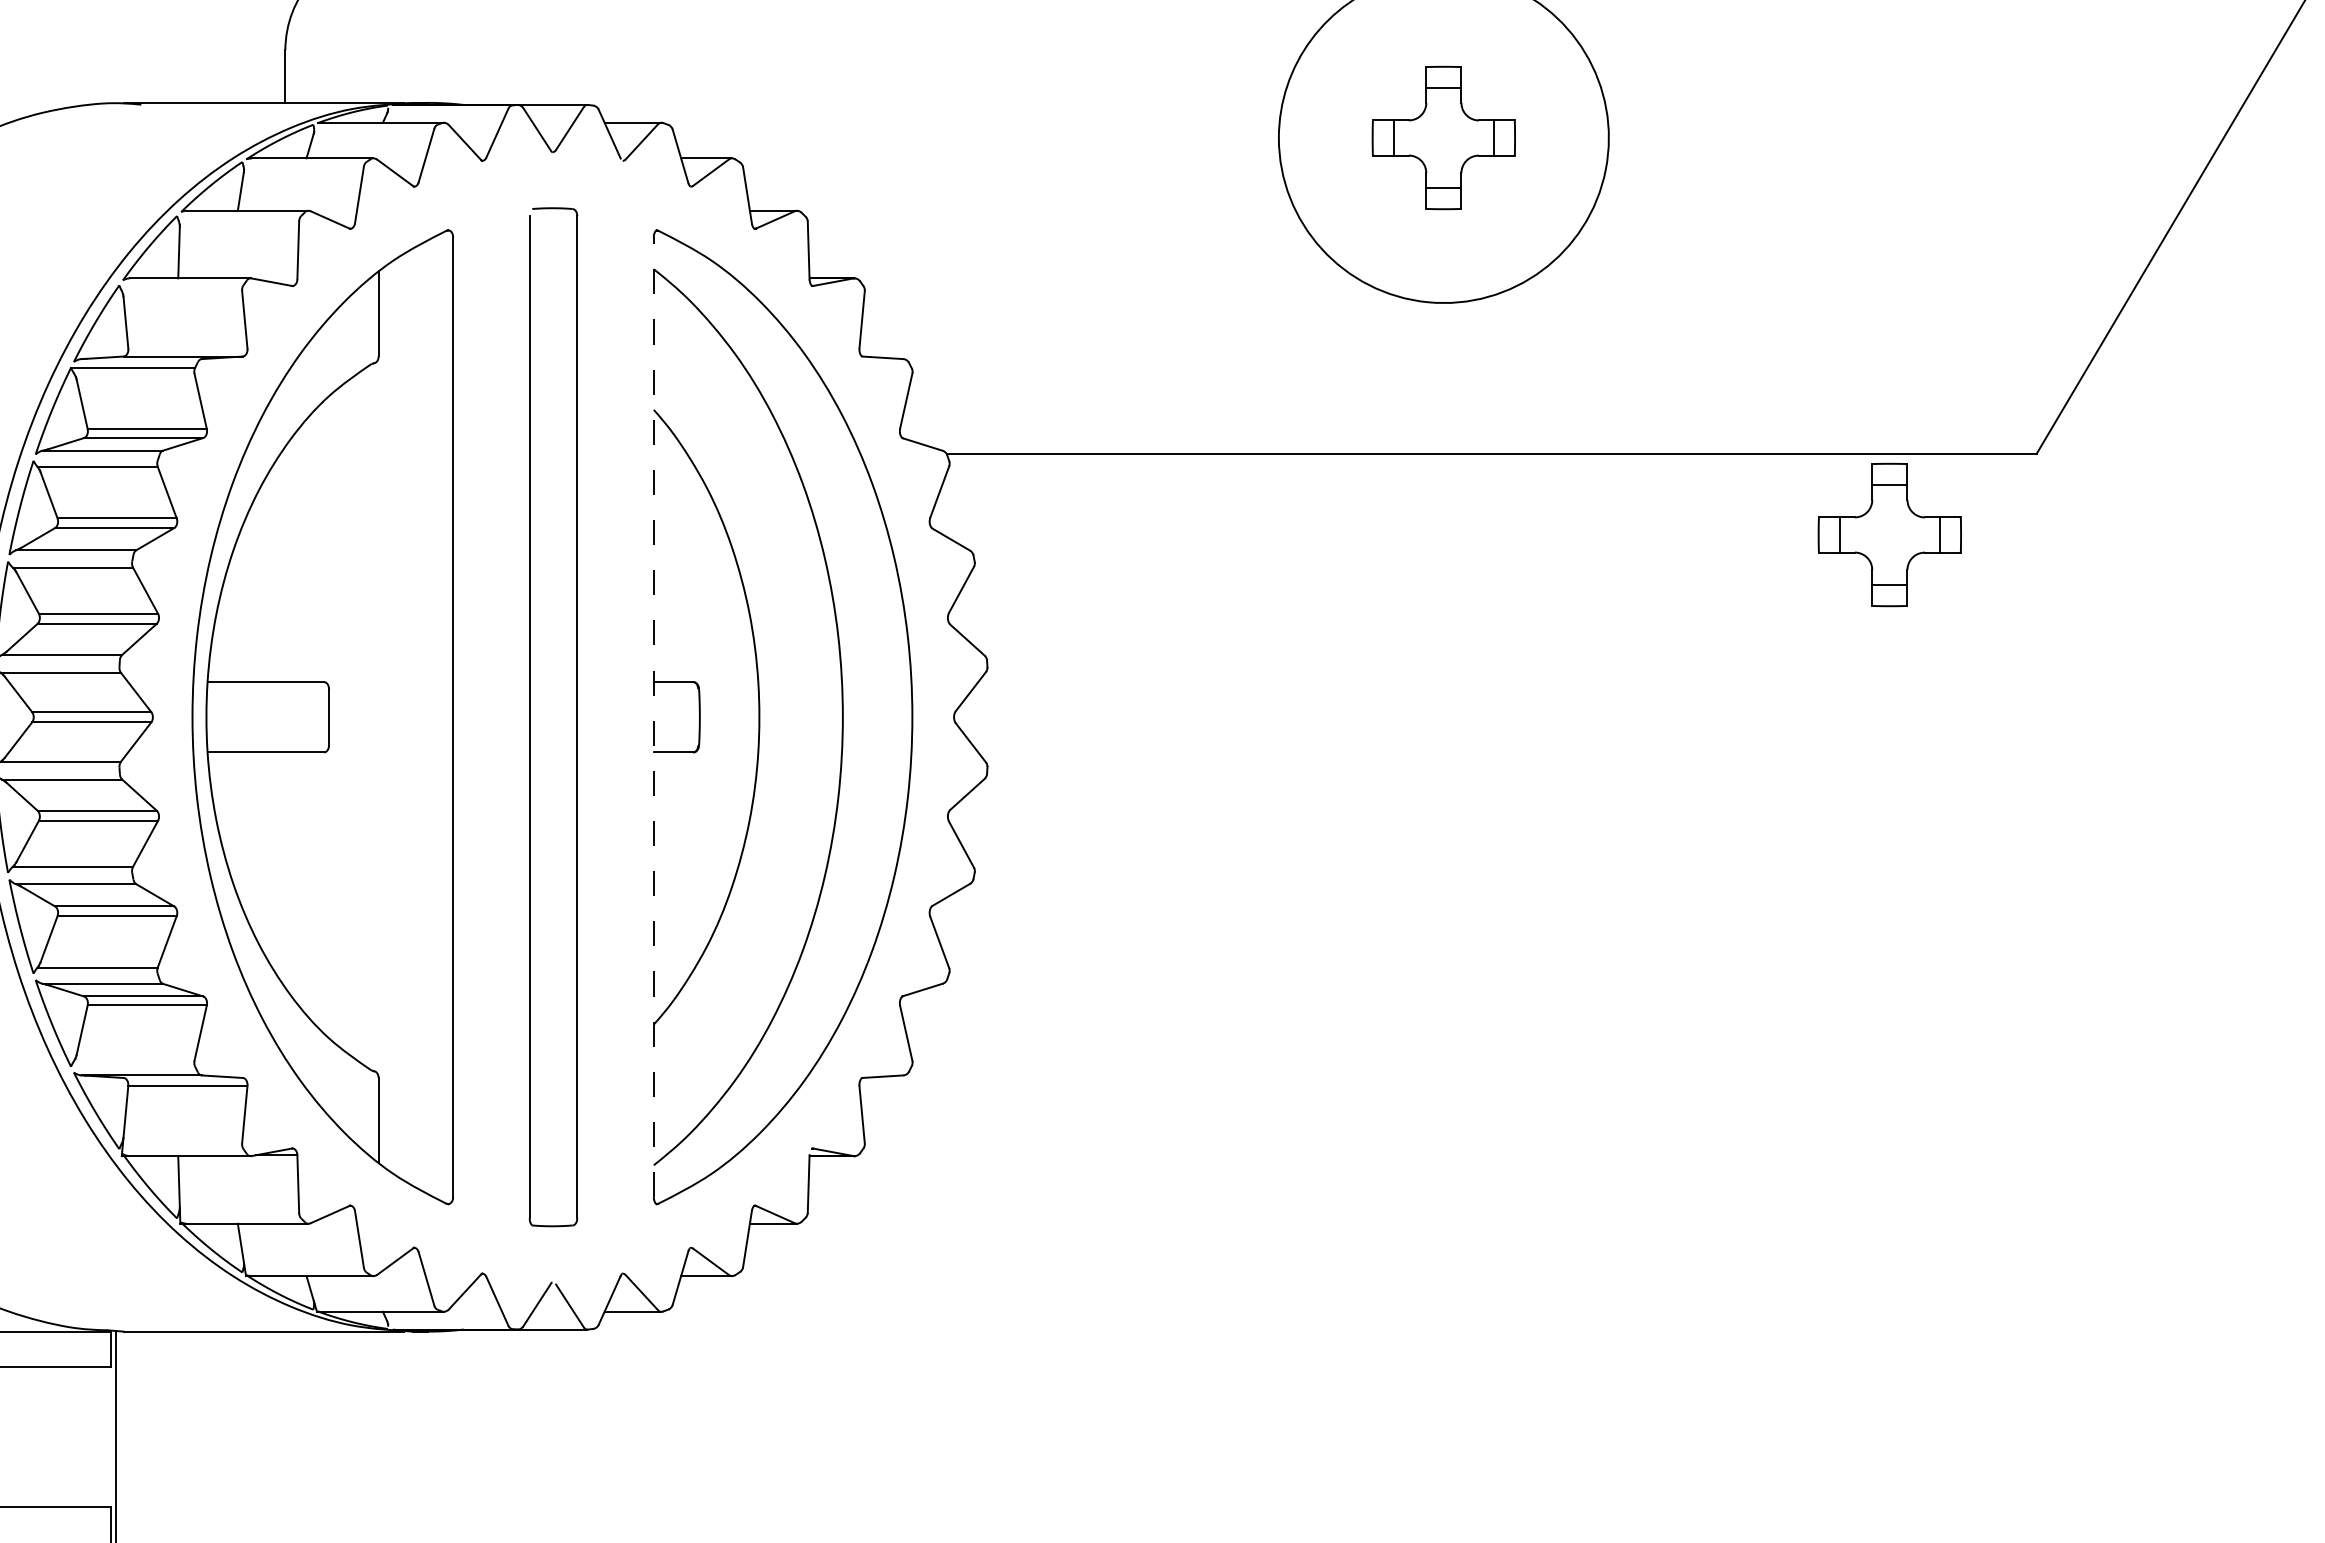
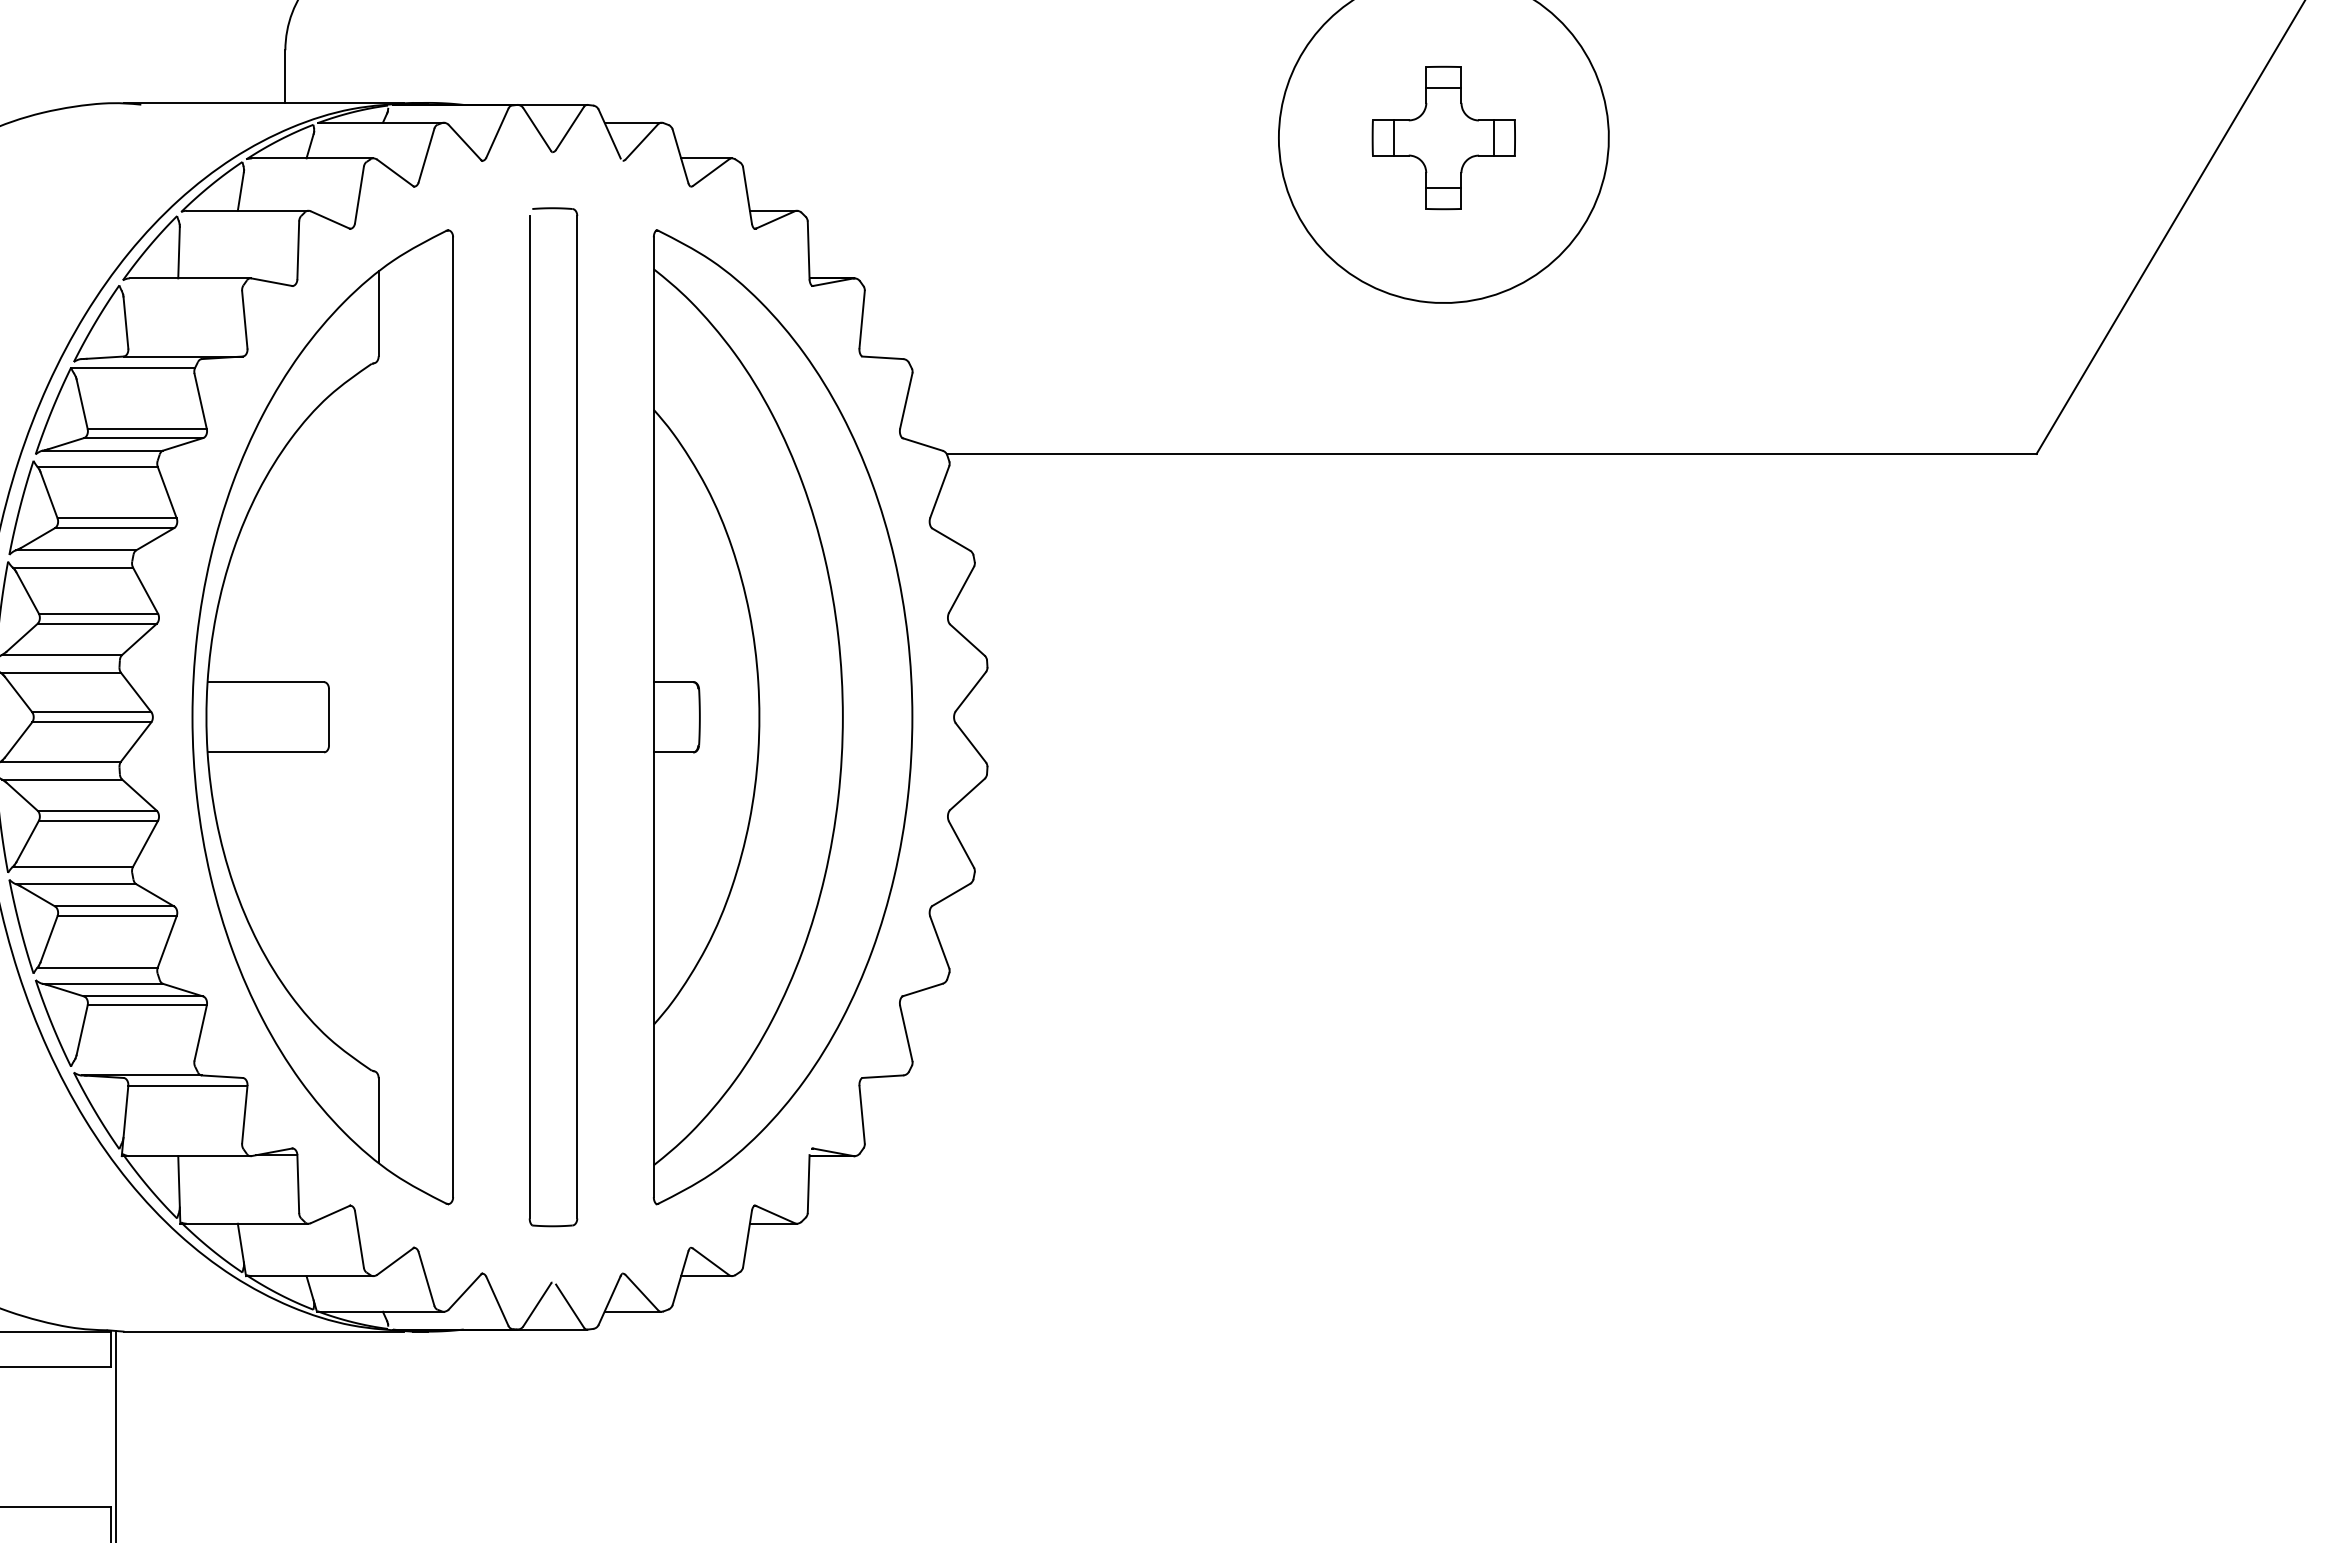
part at (1889, 534): present -> none
line at (653, 717): dashed -> solid
